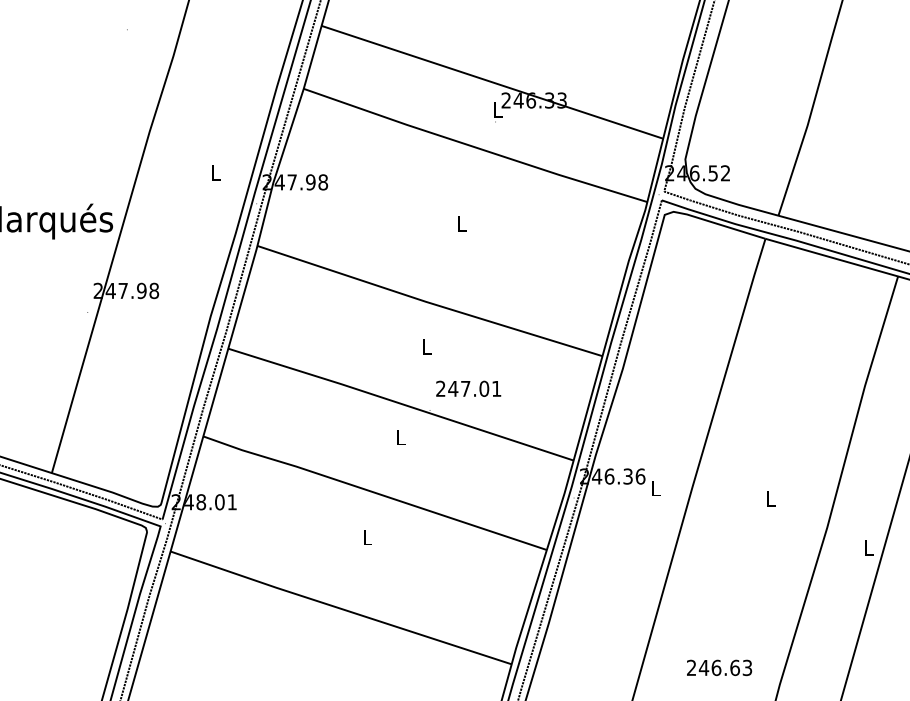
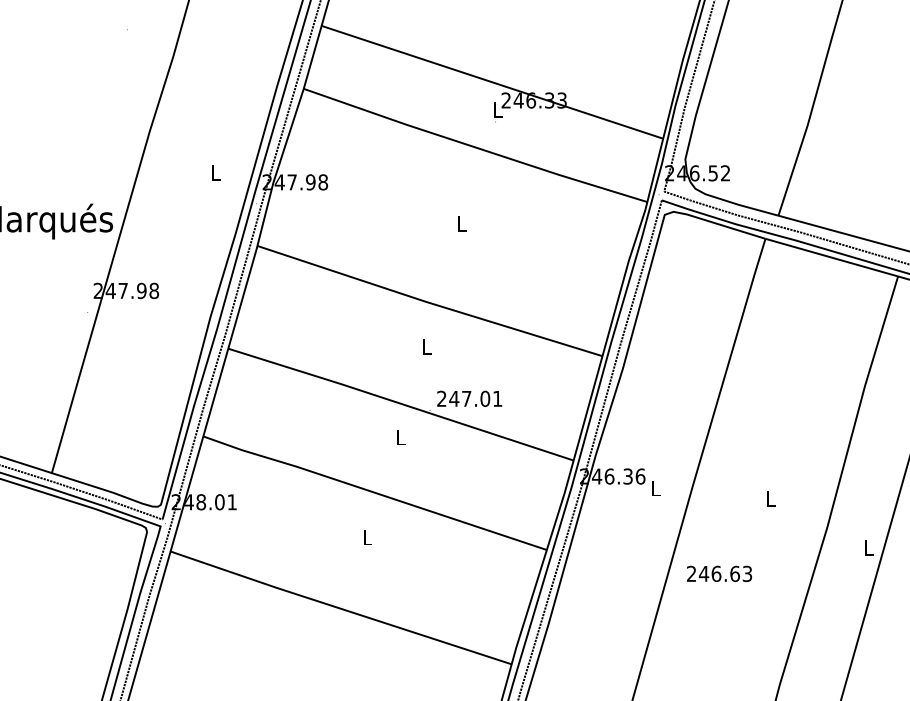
text at (468, 388) position: (468, 388) -> (469, 398)
text at (719, 667) position: (719, 667) -> (719, 573)
